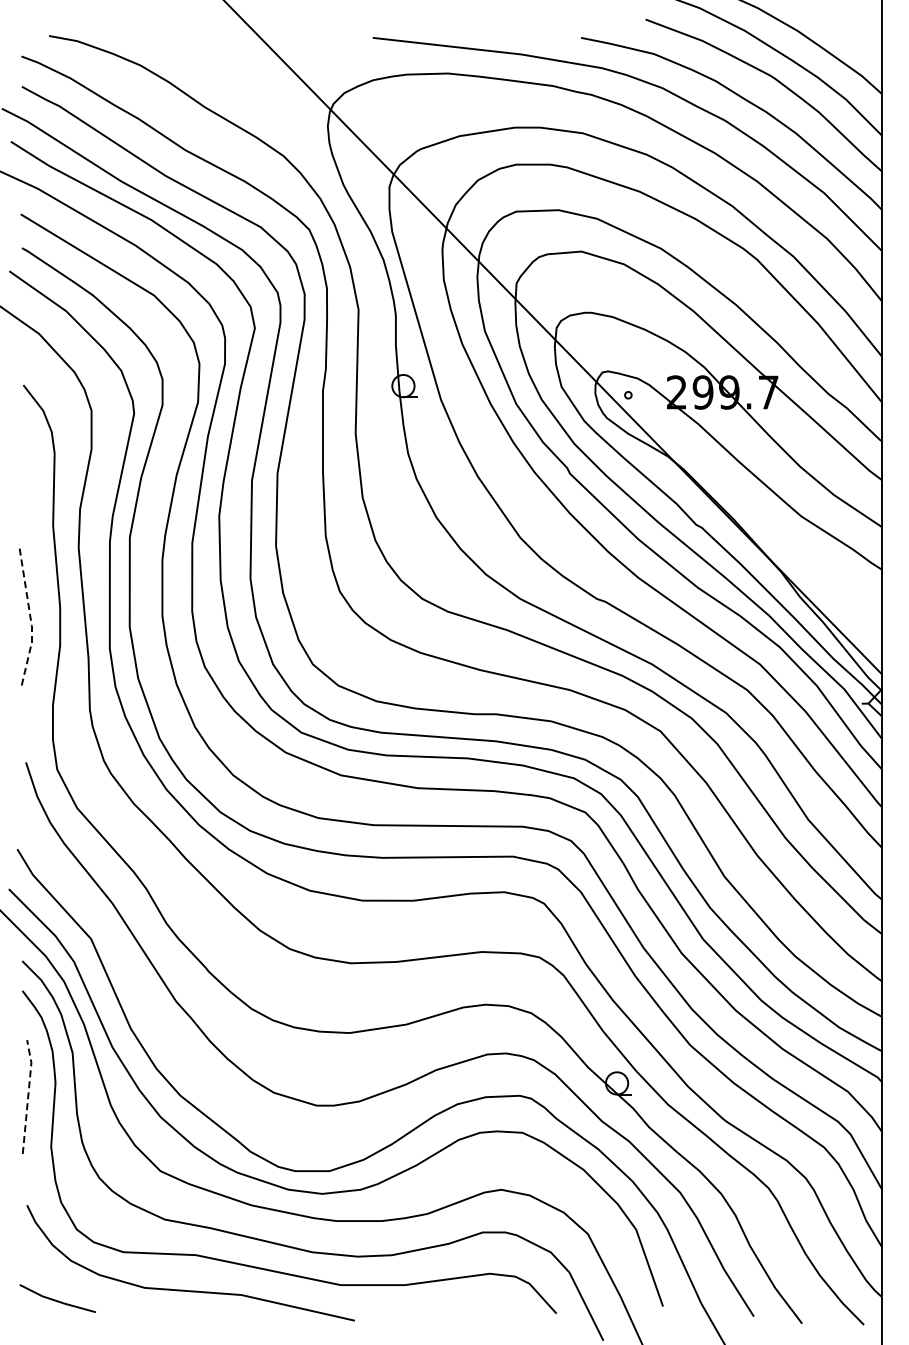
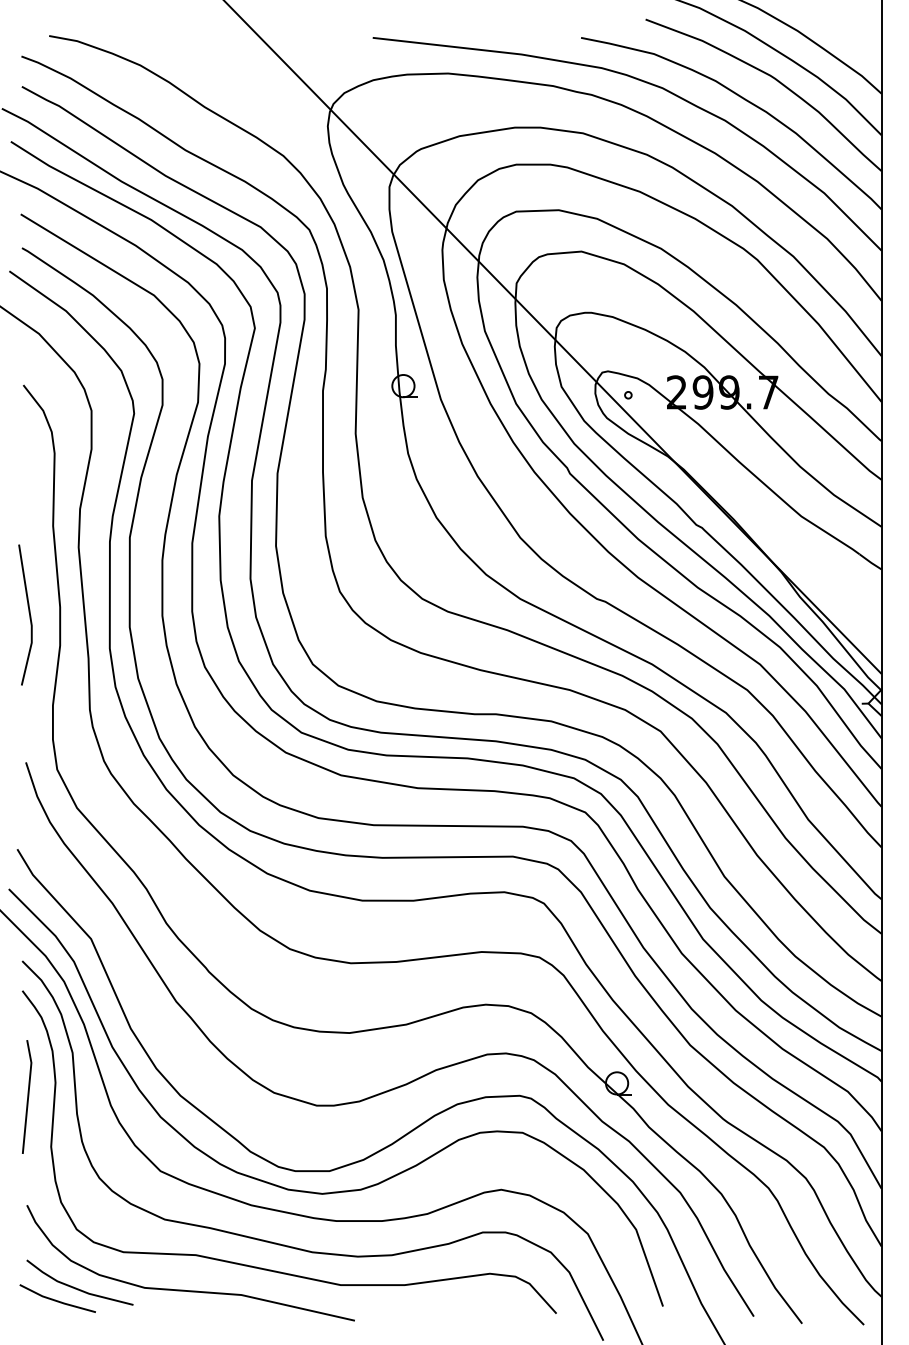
line at (30, 615): dashed -> solid
line at (28, 1095): dashed -> solid
line at (76, 1287): none -> present
